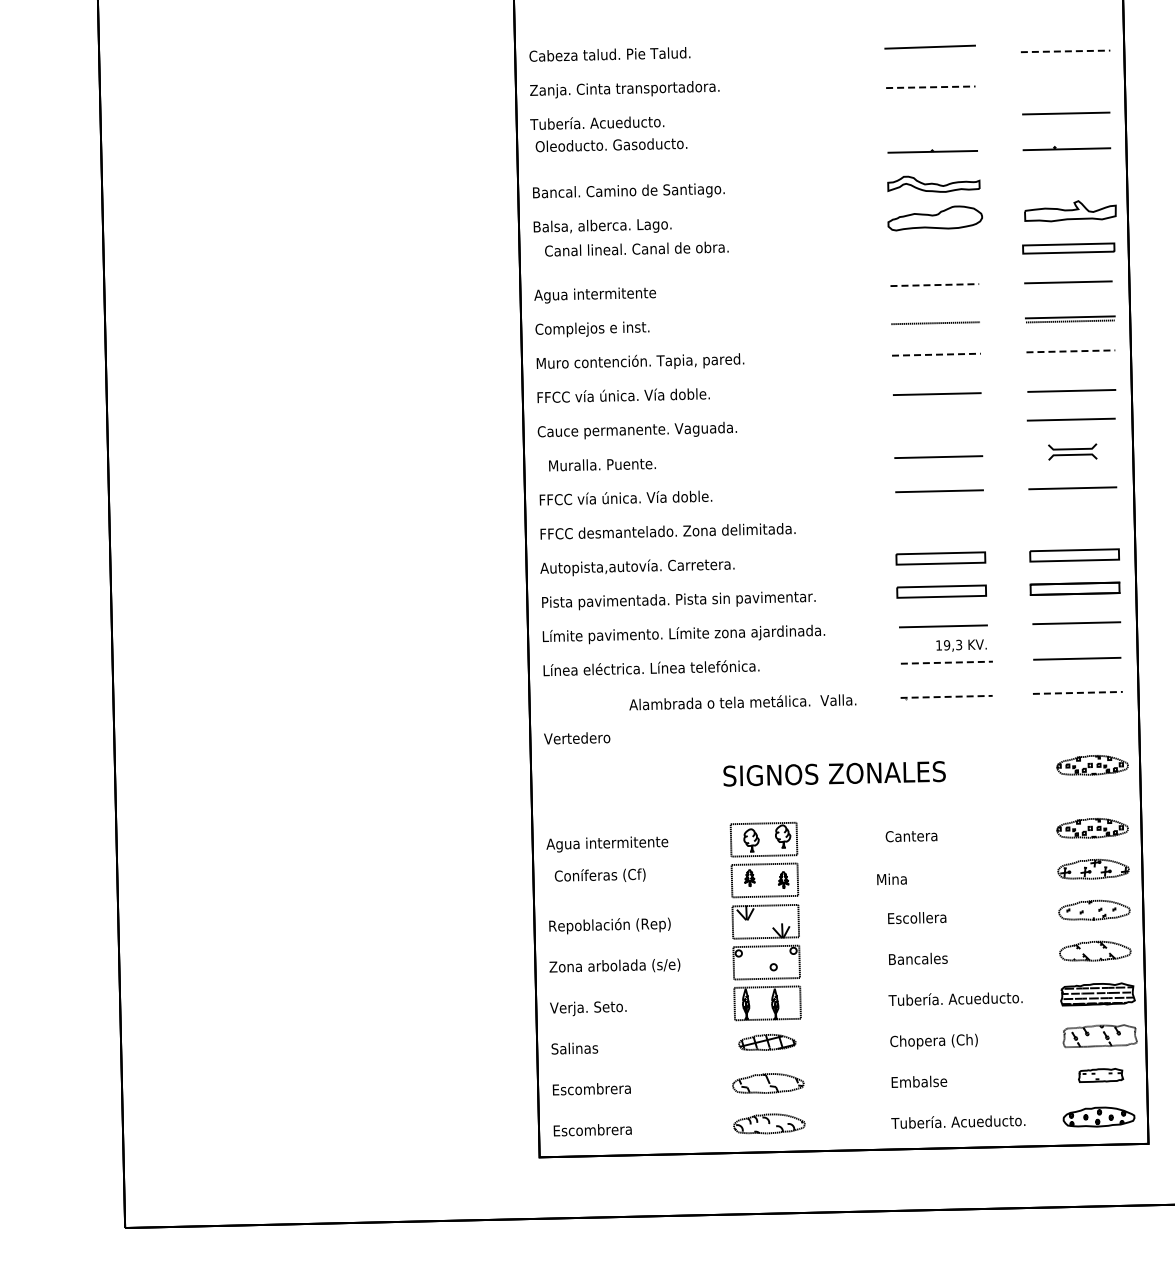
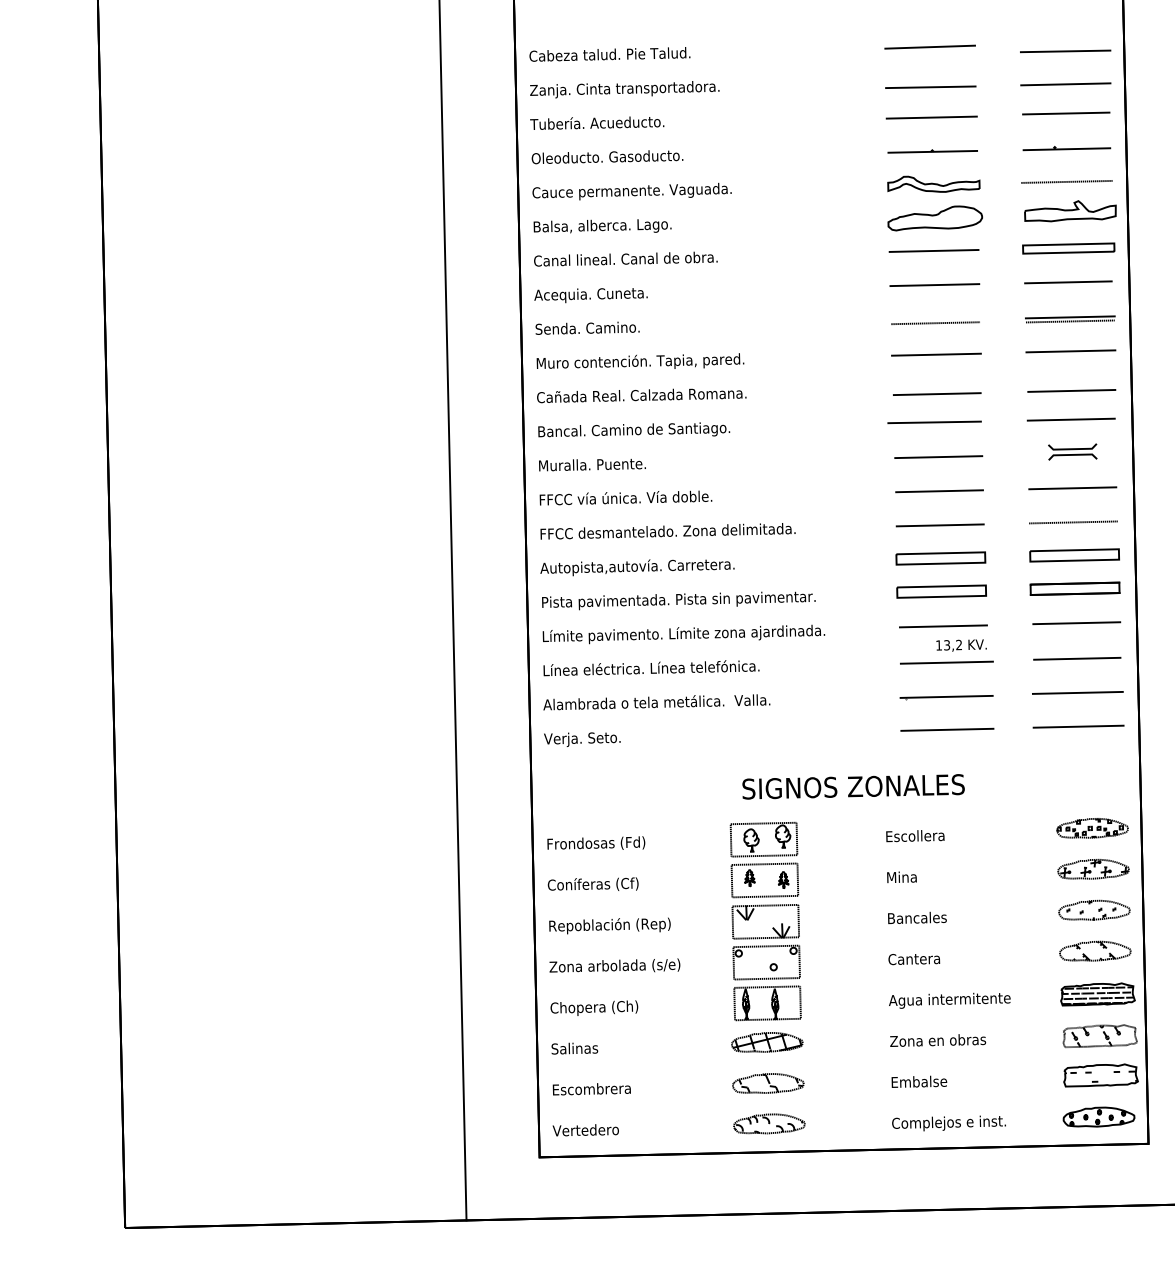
line at (1065, 51): dashed -> solid
line at (1065, 84): none -> present
line at (930, 87): dashed -> solid
line at (931, 117): none -> present
text at (611, 145) position: (611, 145) -> (607, 157)
line at (1066, 181): none -> present
text at (631, 191): Bancal. Camino de Santiago. -> Cauce permanente. Vaguada.
text at (636, 248) position: (636, 248) -> (625, 258)
line at (933, 250): none -> present
line at (935, 285): dashed -> solid
text at (600, 295): Agua intermitente -> Acequia. Cuneta.
text at (592, 329): Complejos e inst. -> Senda. Camino.
line at (1071, 351): dashed -> solid
line at (936, 354): dashed -> solid
text at (641, 395): FFCC vía única. Vía doble. -> Cañada Real. Calzada Romana.
line at (934, 422): none -> present
text at (636, 430): Cauce permanente. Vaguada. -> Bancal. Camino de Santiago.
text at (602, 465) position: (602, 465) -> (592, 465)
line at (1073, 522): none -> present
line at (939, 525): none -> present
line at (452, 611): none -> present
text at (953, 645): 19,3 -> 13,2
line at (947, 662): dashed -> solid
line at (1077, 692): dashed -> solid
line at (947, 696): dashed -> solid
text at (742, 702) position: (742, 702) -> (656, 702)
line at (1078, 726): none -> present
line at (947, 729): none -> present
text at (593, 739): Vertedero -> Verja. Seto.
part at (1092, 765): present -> none
text at (834, 773) position: (834, 773) -> (853, 786)
text at (914, 836): Cantera -> Escollera
text at (607, 844): Agua intermitente -> Frondosas (Fd)
text at (599, 874) position: (599, 874) -> (592, 883)
text at (891, 878) position: (891, 878) -> (901, 876)
text at (919, 917): Escollera -> Bancales
text at (917, 958): Bancales -> Cantera
text at (955, 1000): Tubería. Acueducto. -> Agua intermitente
text at (594, 1008): Verja. Seto. -> Chopera (Ch)
text at (938, 1041): Chopera (Ch) -> Zona en obras
part at (767, 1042) size: 59x17 px -> 73x21 px
part at (1101, 1075) size: 47x15 px -> 76x25 px
text at (958, 1123): Tubería. Acueducto. -> Complejos e inst.
text at (591, 1130): Escombrera -> Vertedero
